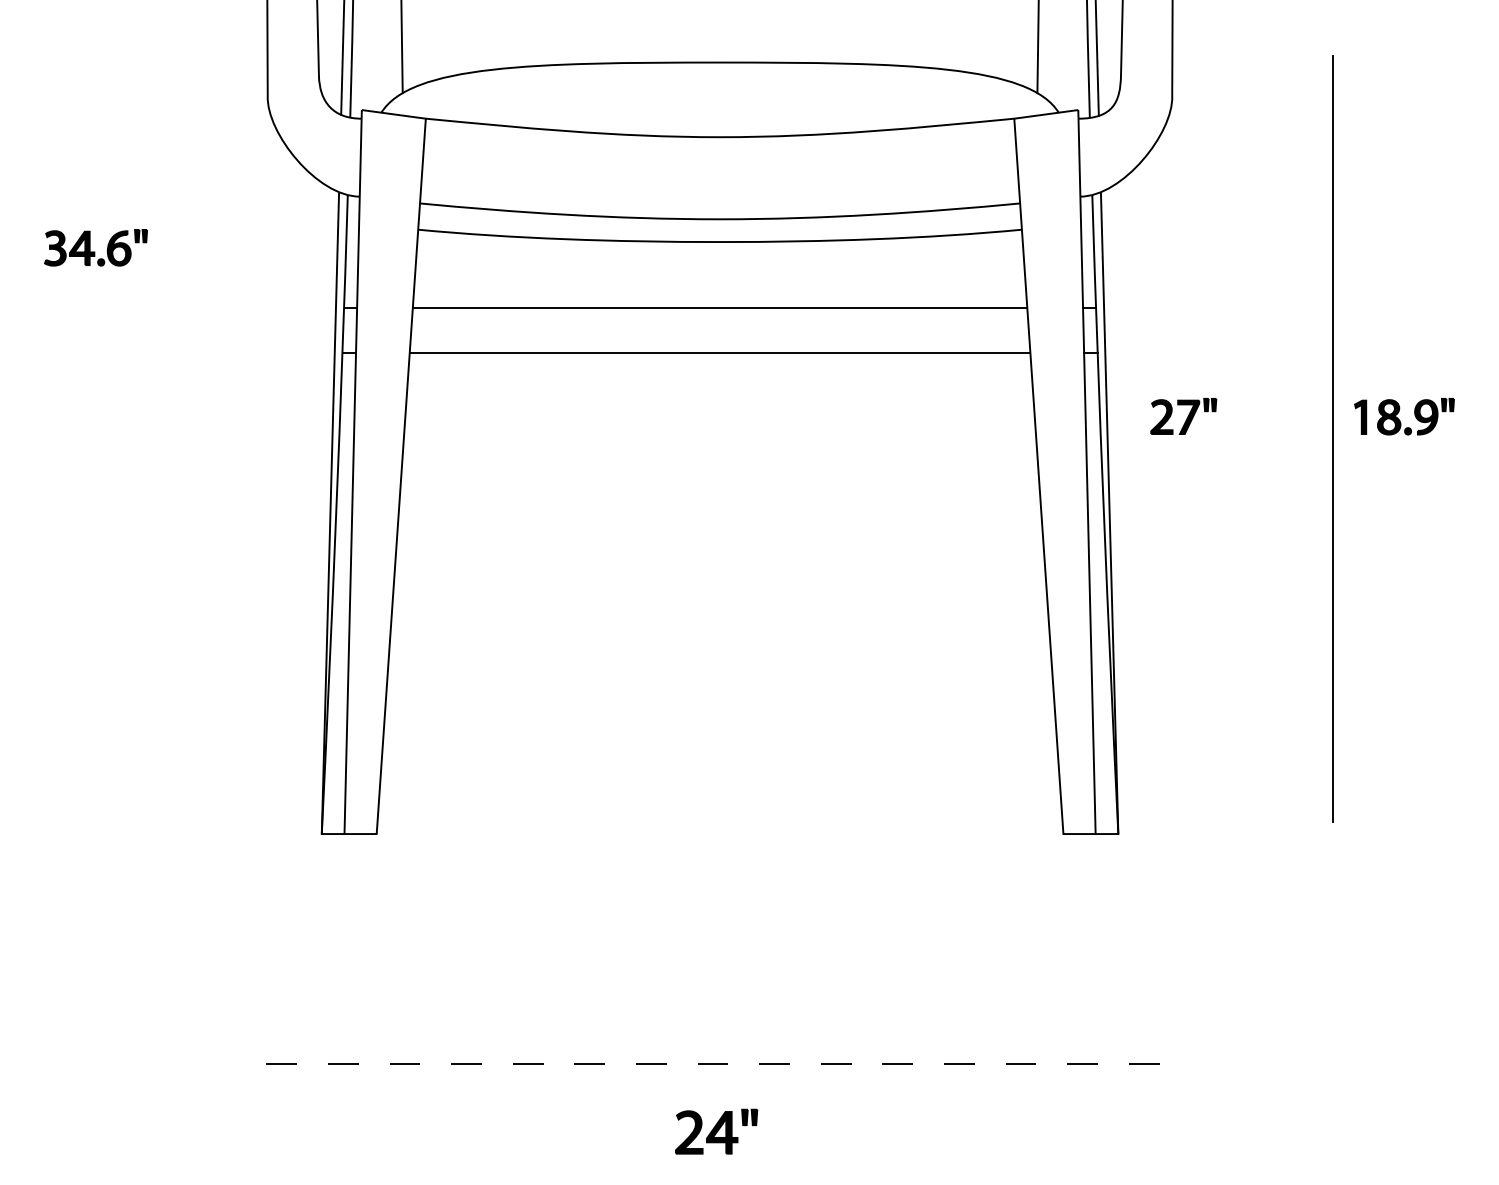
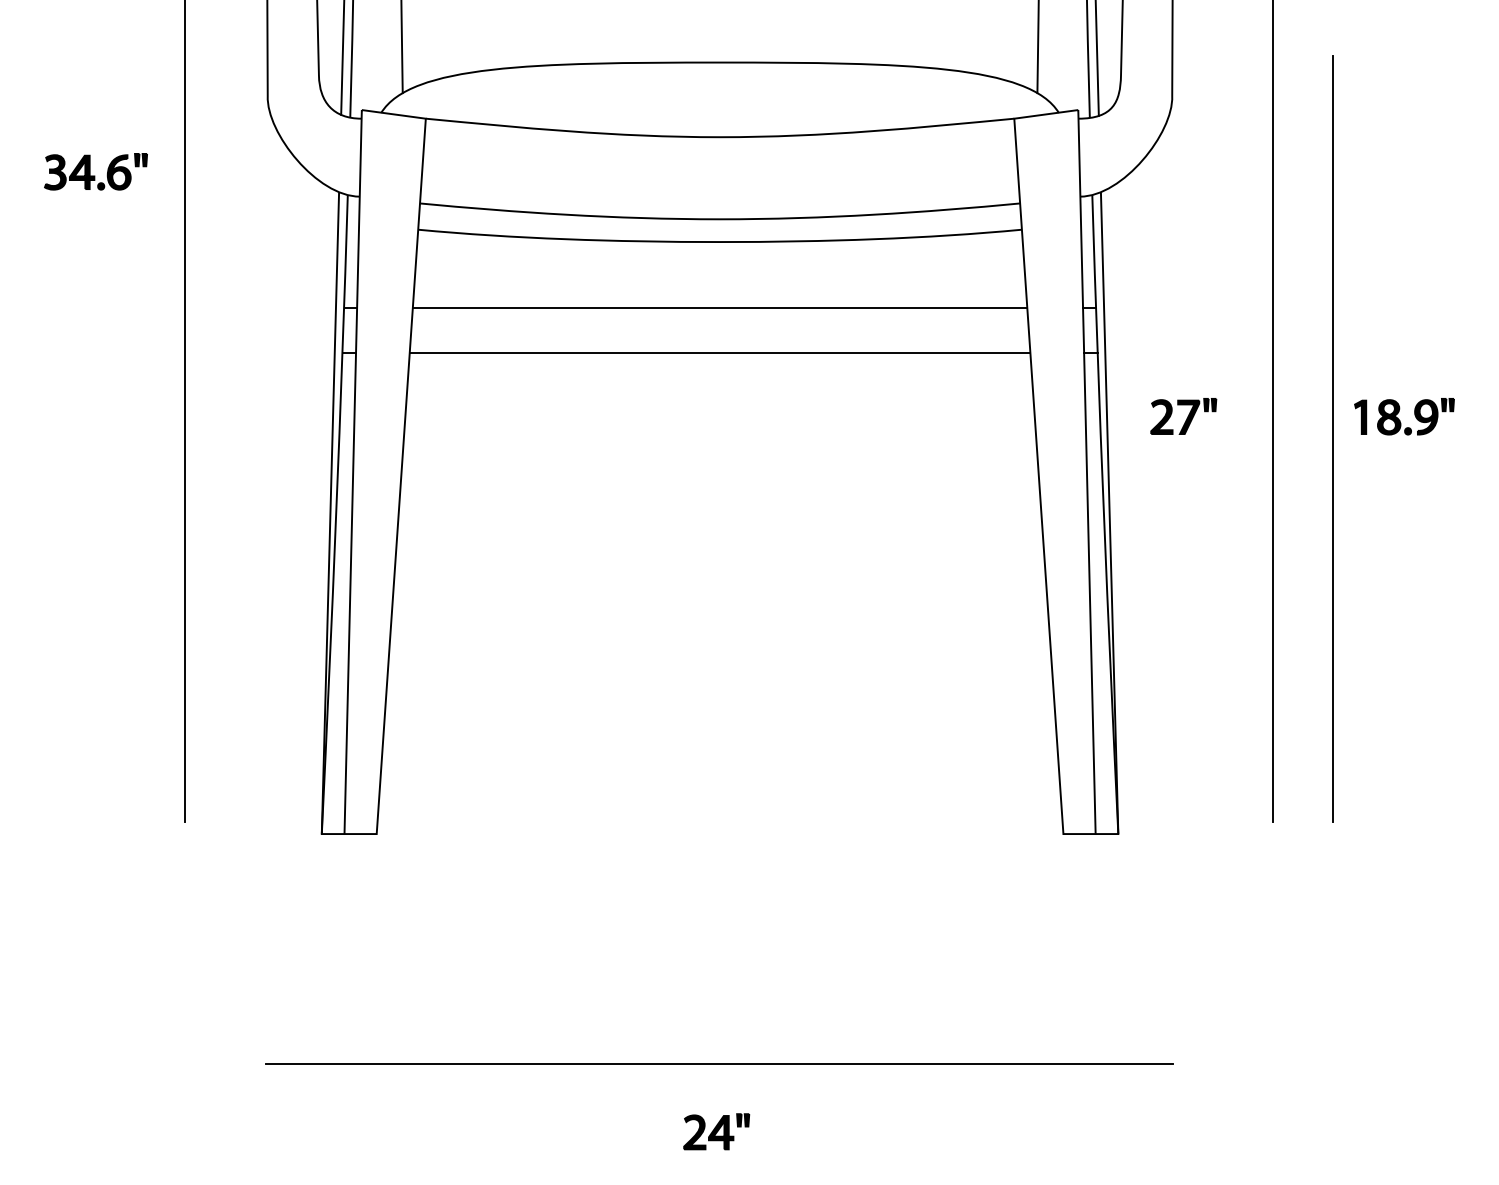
part at (95, 247) position: (95, 247) -> (95, 171)
line at (185, 411): none -> present
line at (1272, 411): none -> present
line at (719, 1064): dashed -> solid
part at (716, 1131) size: 84x47 px -> 68x38 px
